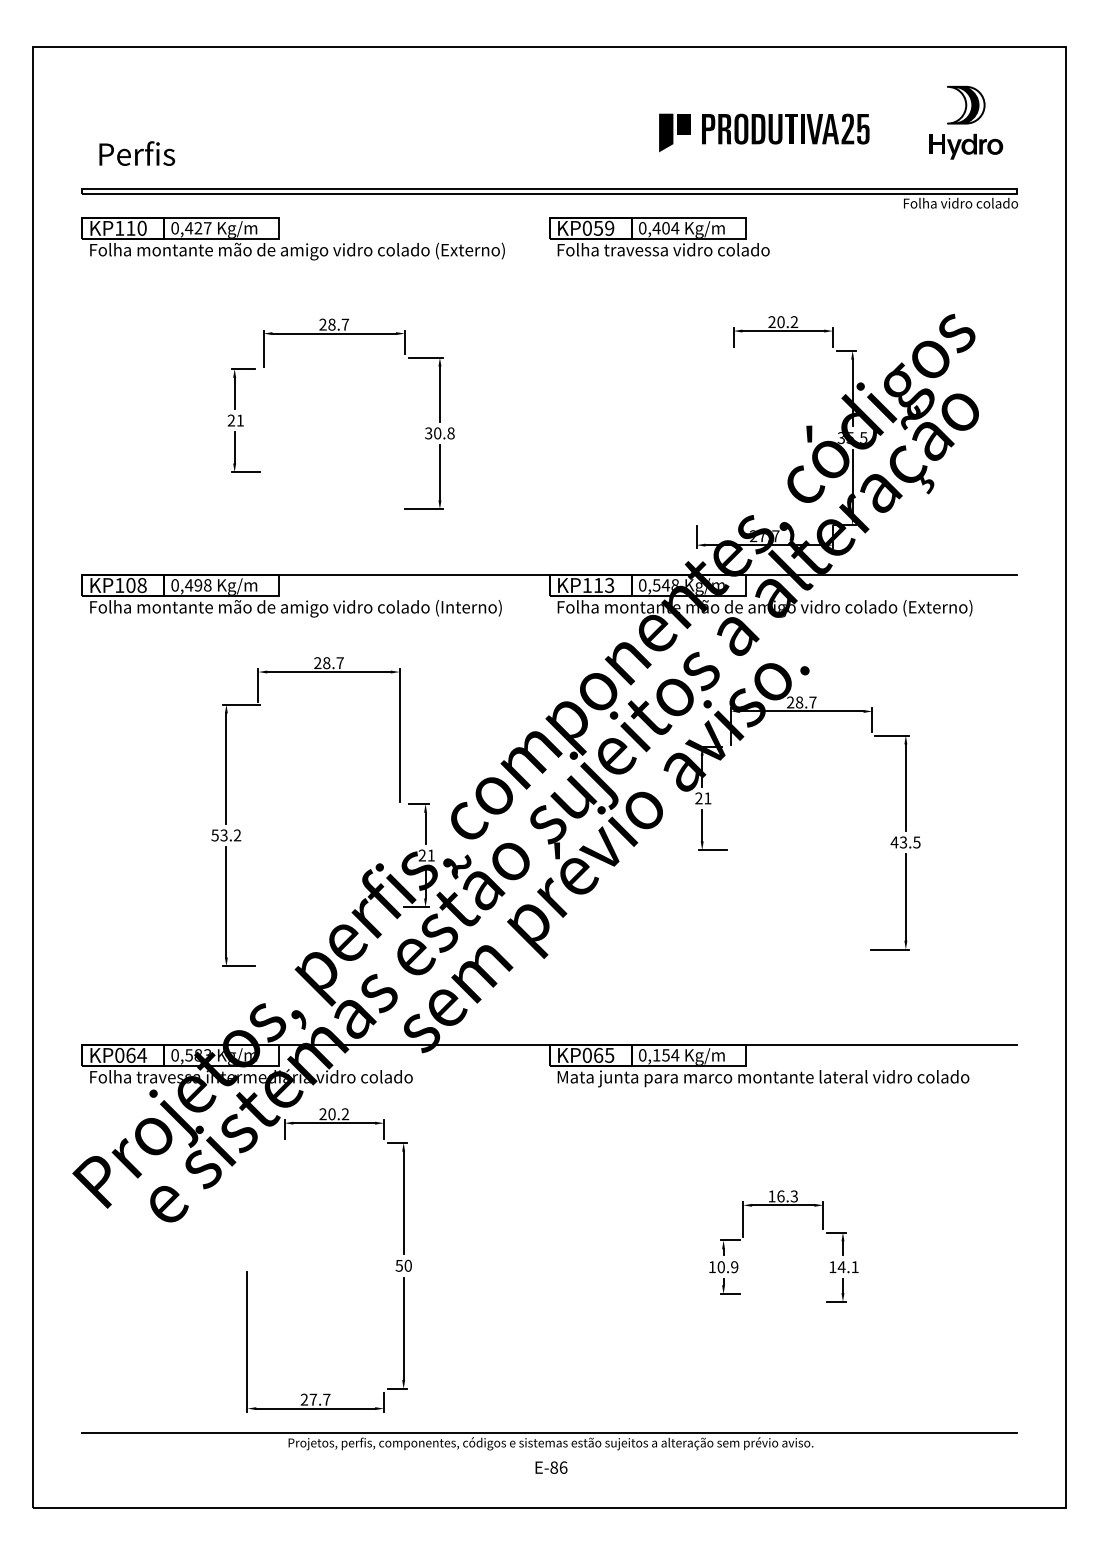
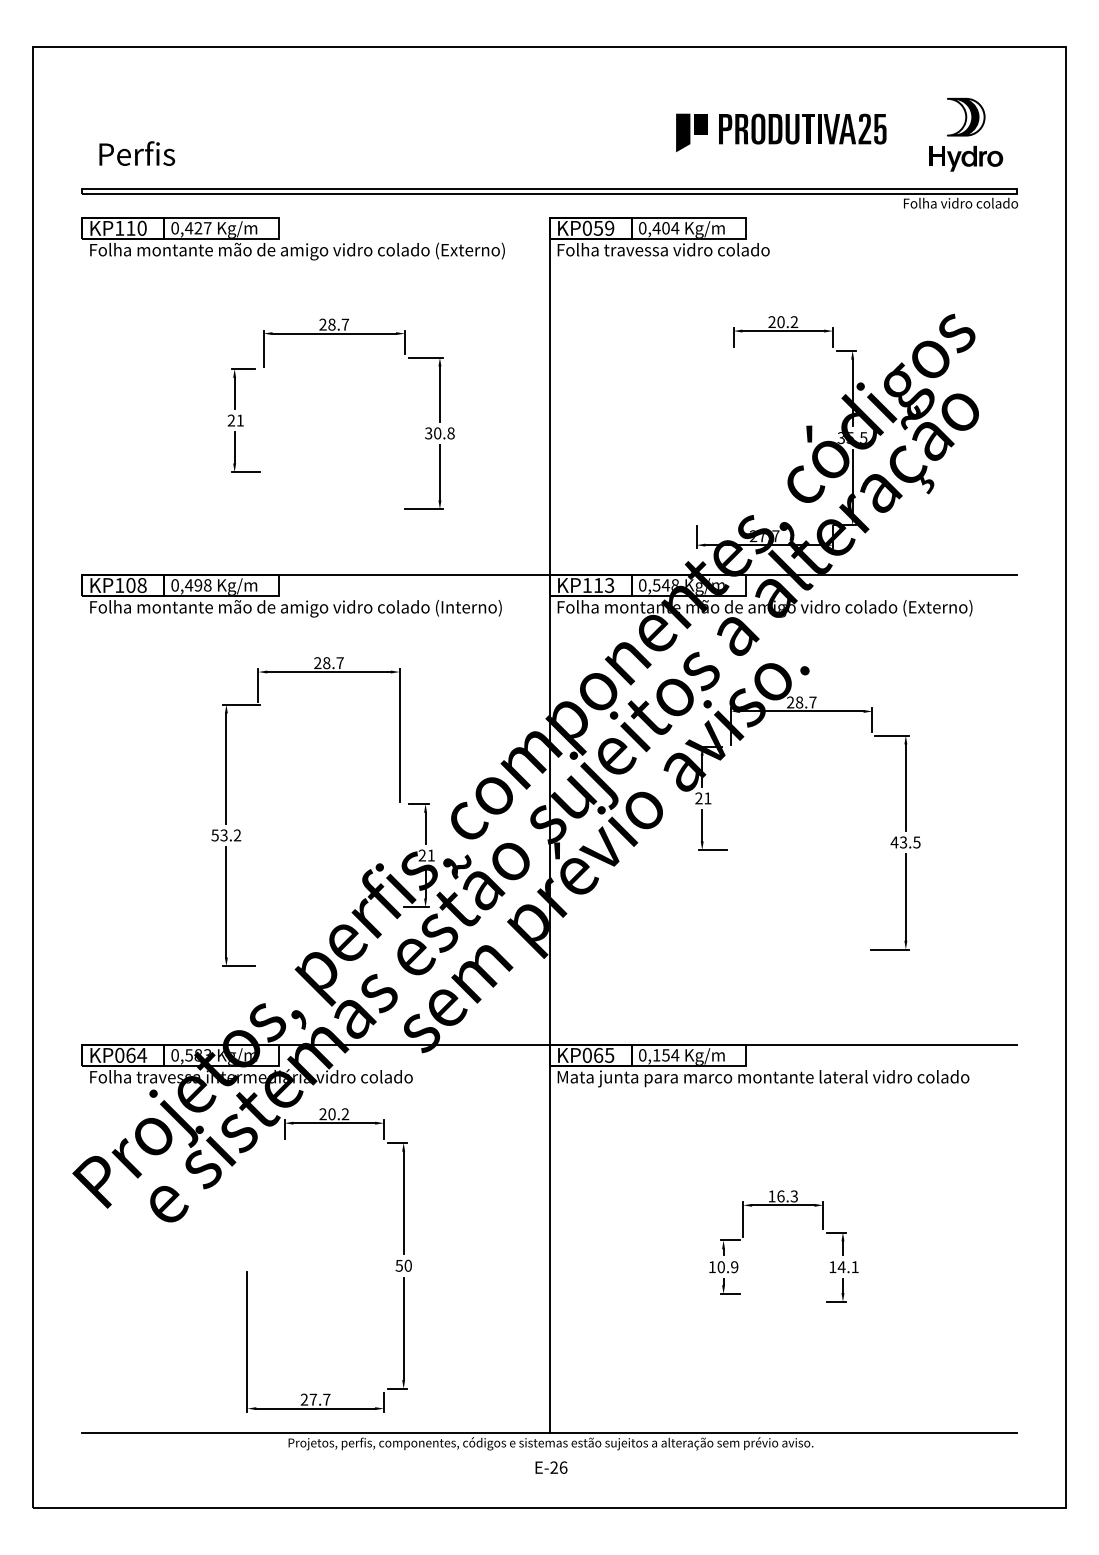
part at (966, 122) position: (966, 122) -> (966, 134)
part at (764, 132) position: (764, 132) -> (781, 132)
line at (549, 825): none -> present
text at (554, 1467): E-86 -> E-26
